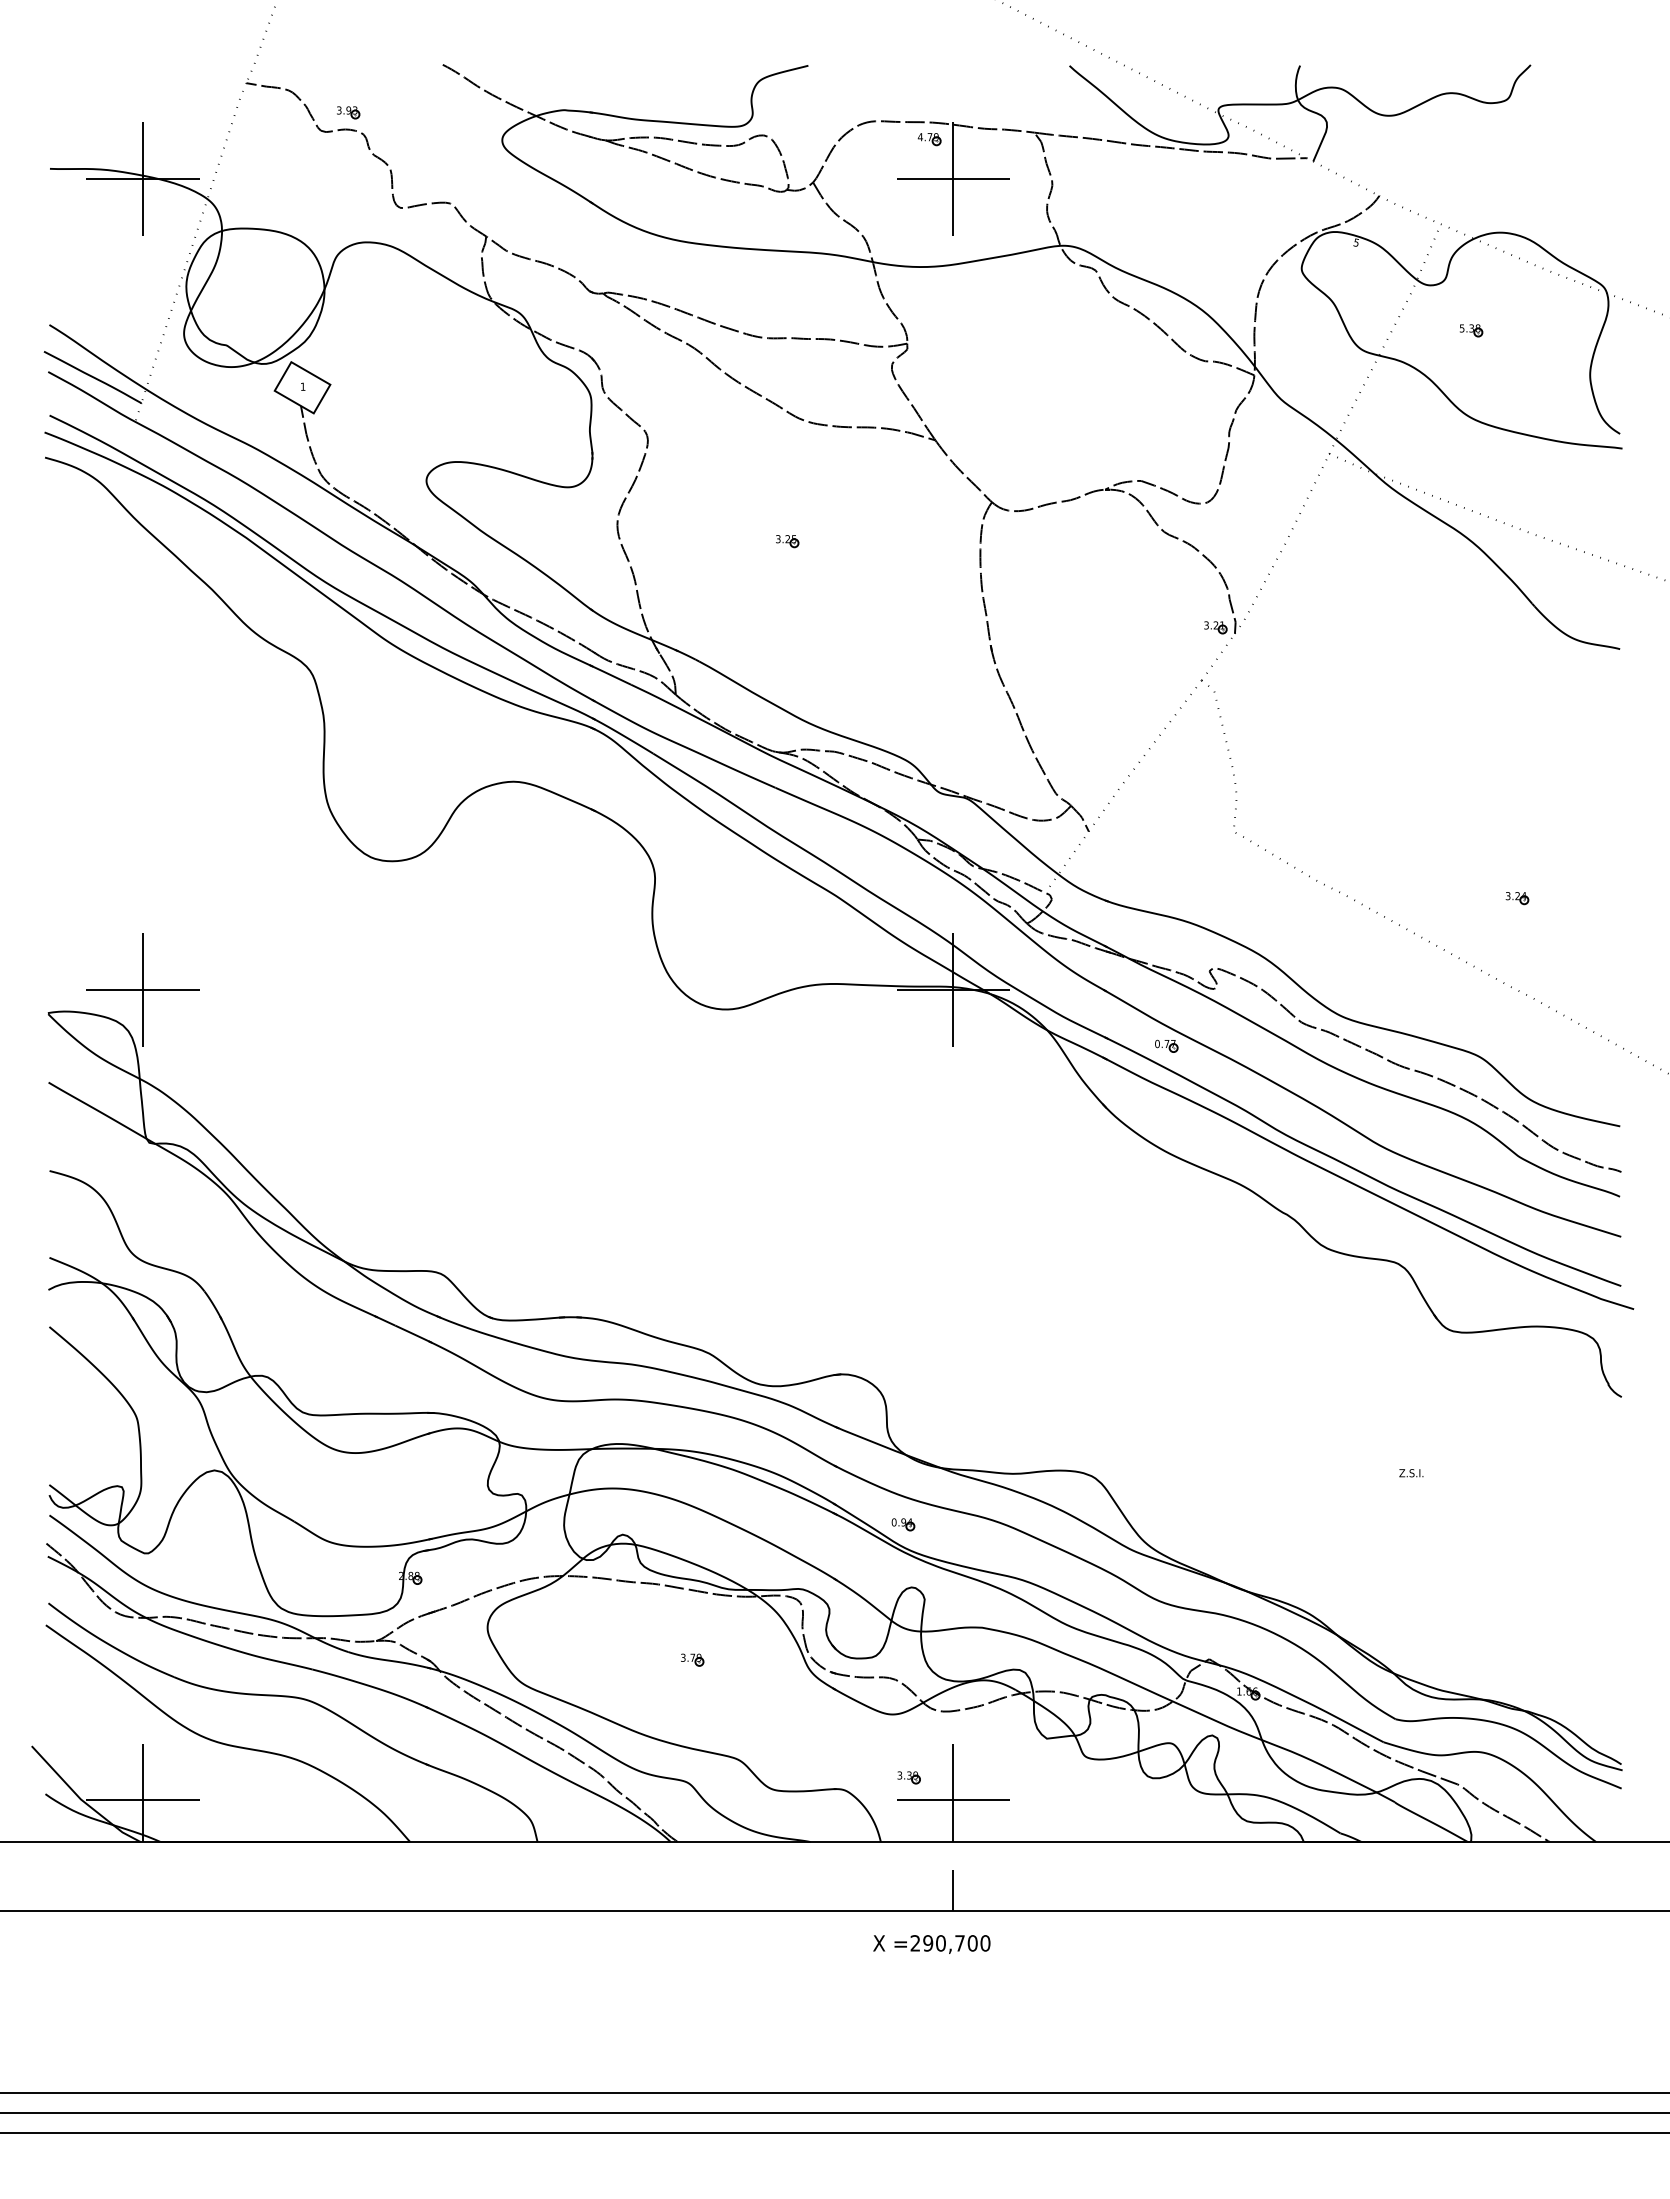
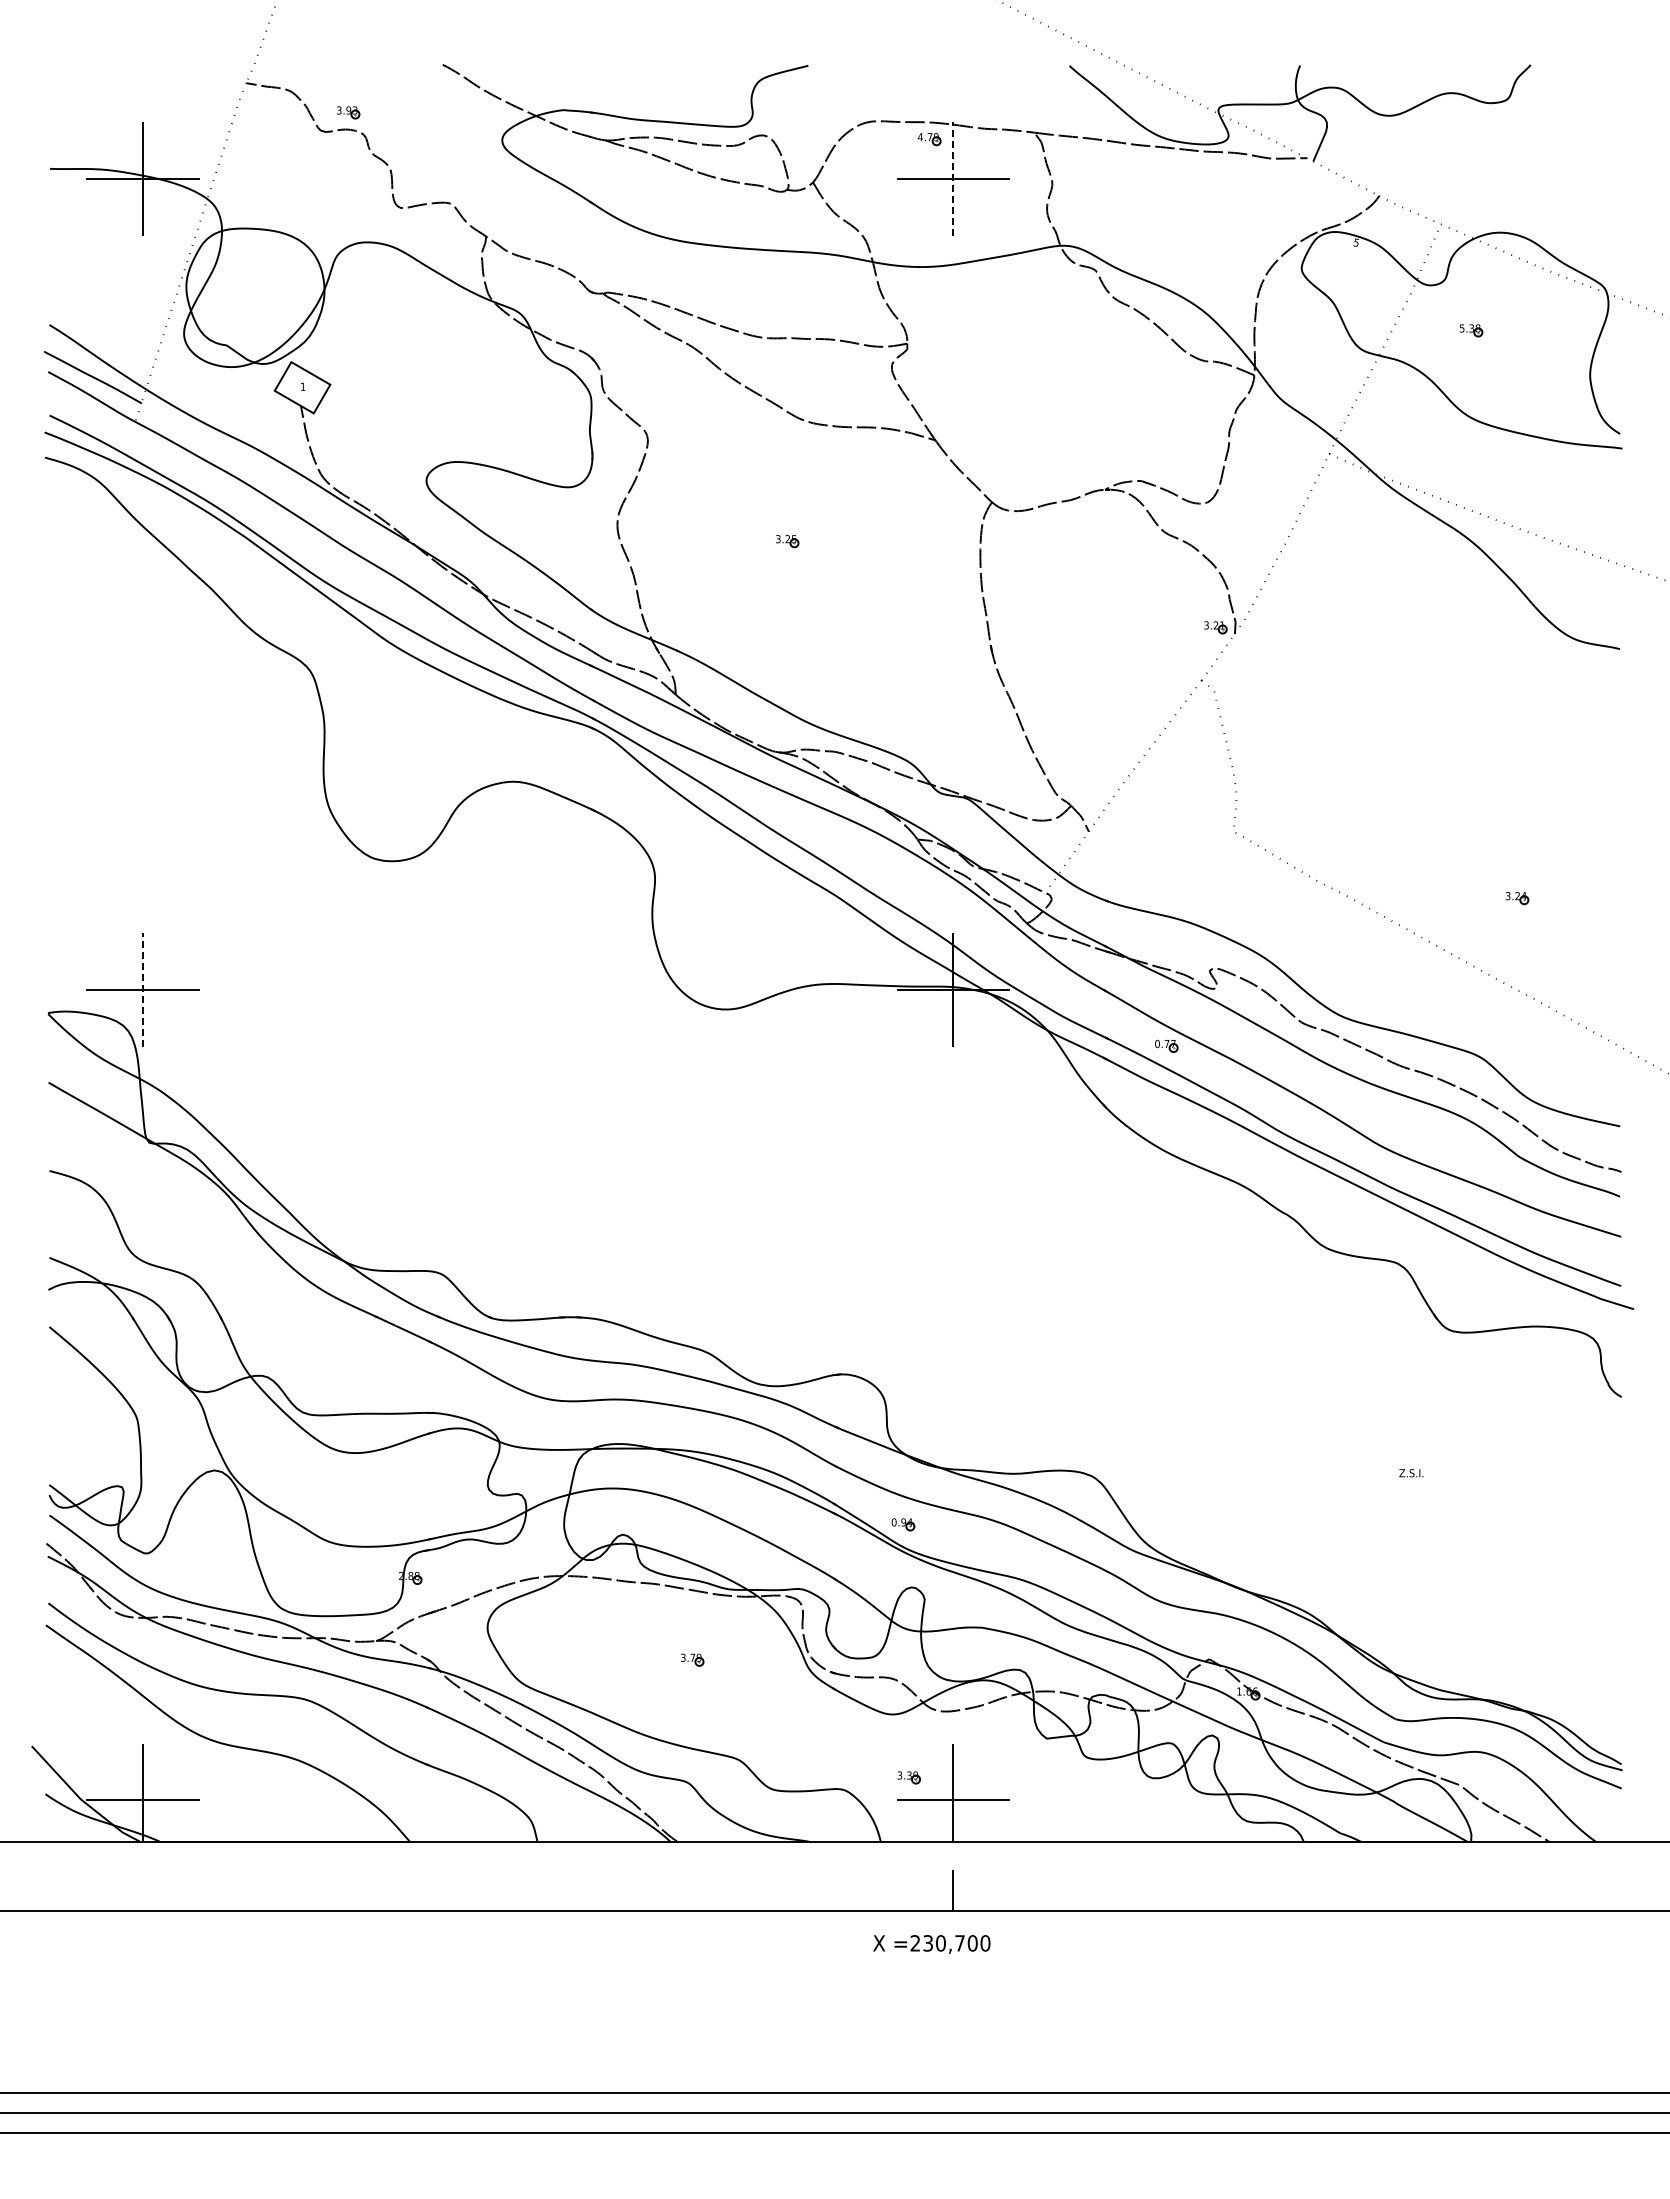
line at (953, 179): solid -> dashed
line at (142, 989): solid -> dashed
text at (928, 1943): =290,700 -> =230,700
